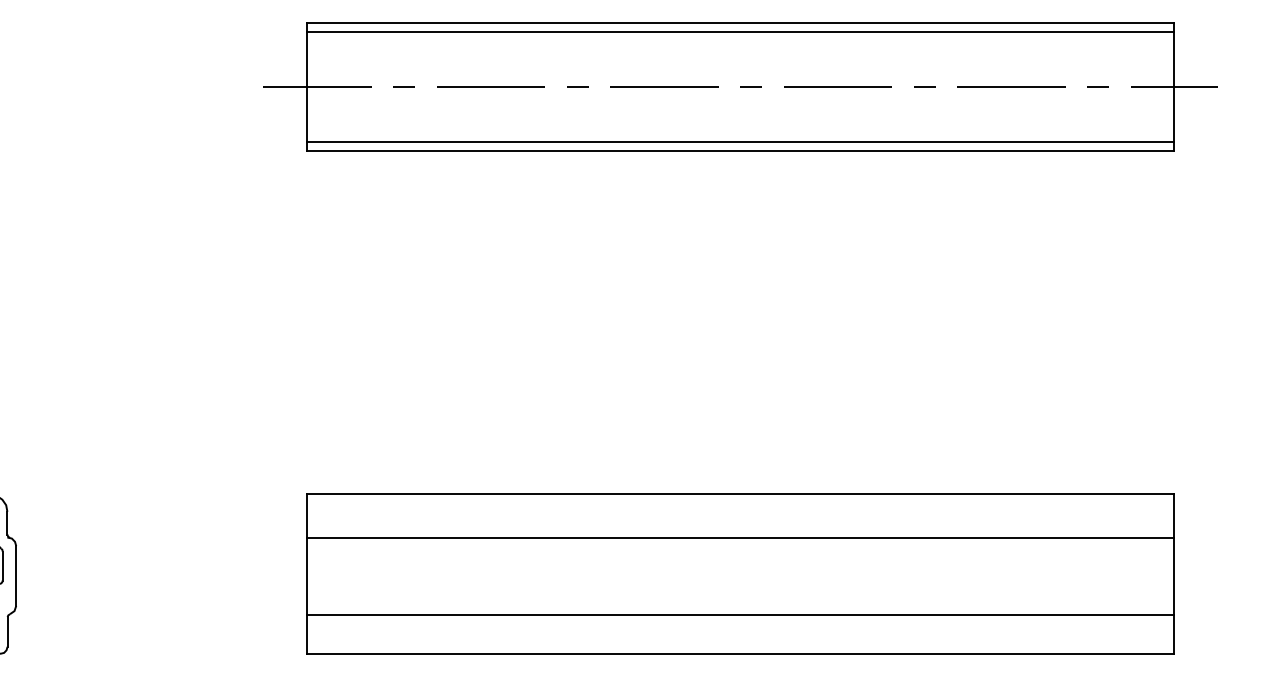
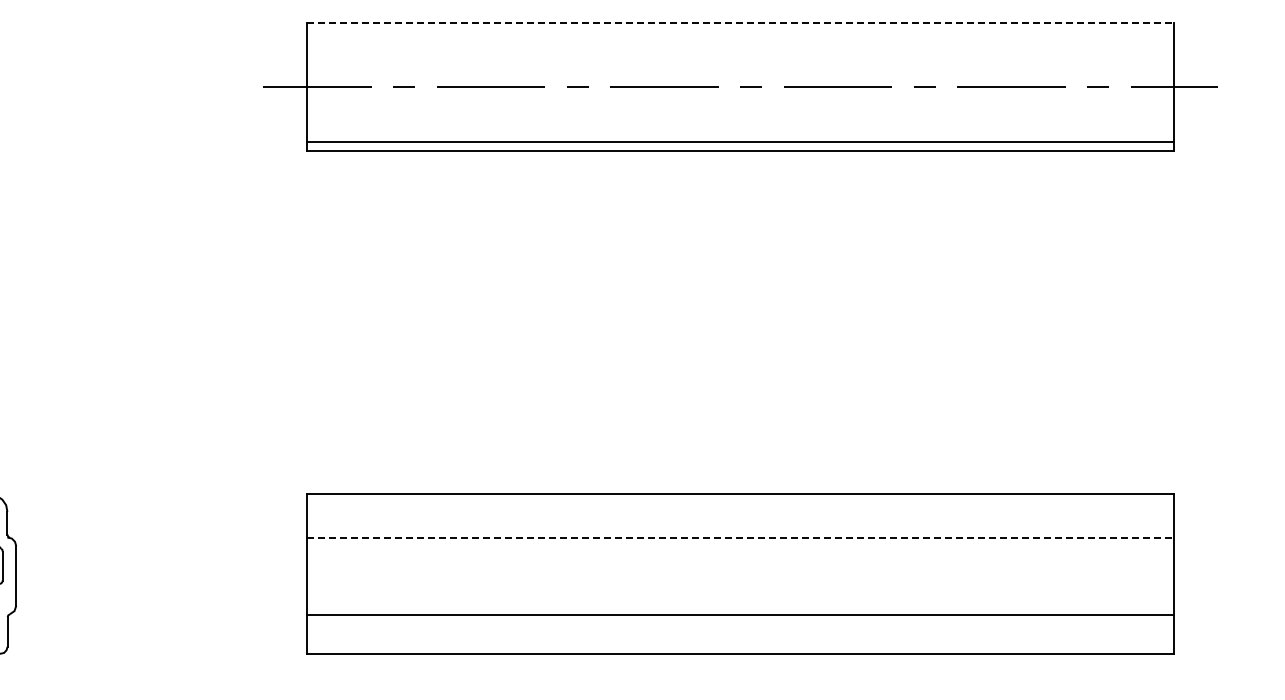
line at (740, 23): solid -> dashed
line at (740, 31): present -> none
line at (740, 537): solid -> dashed
